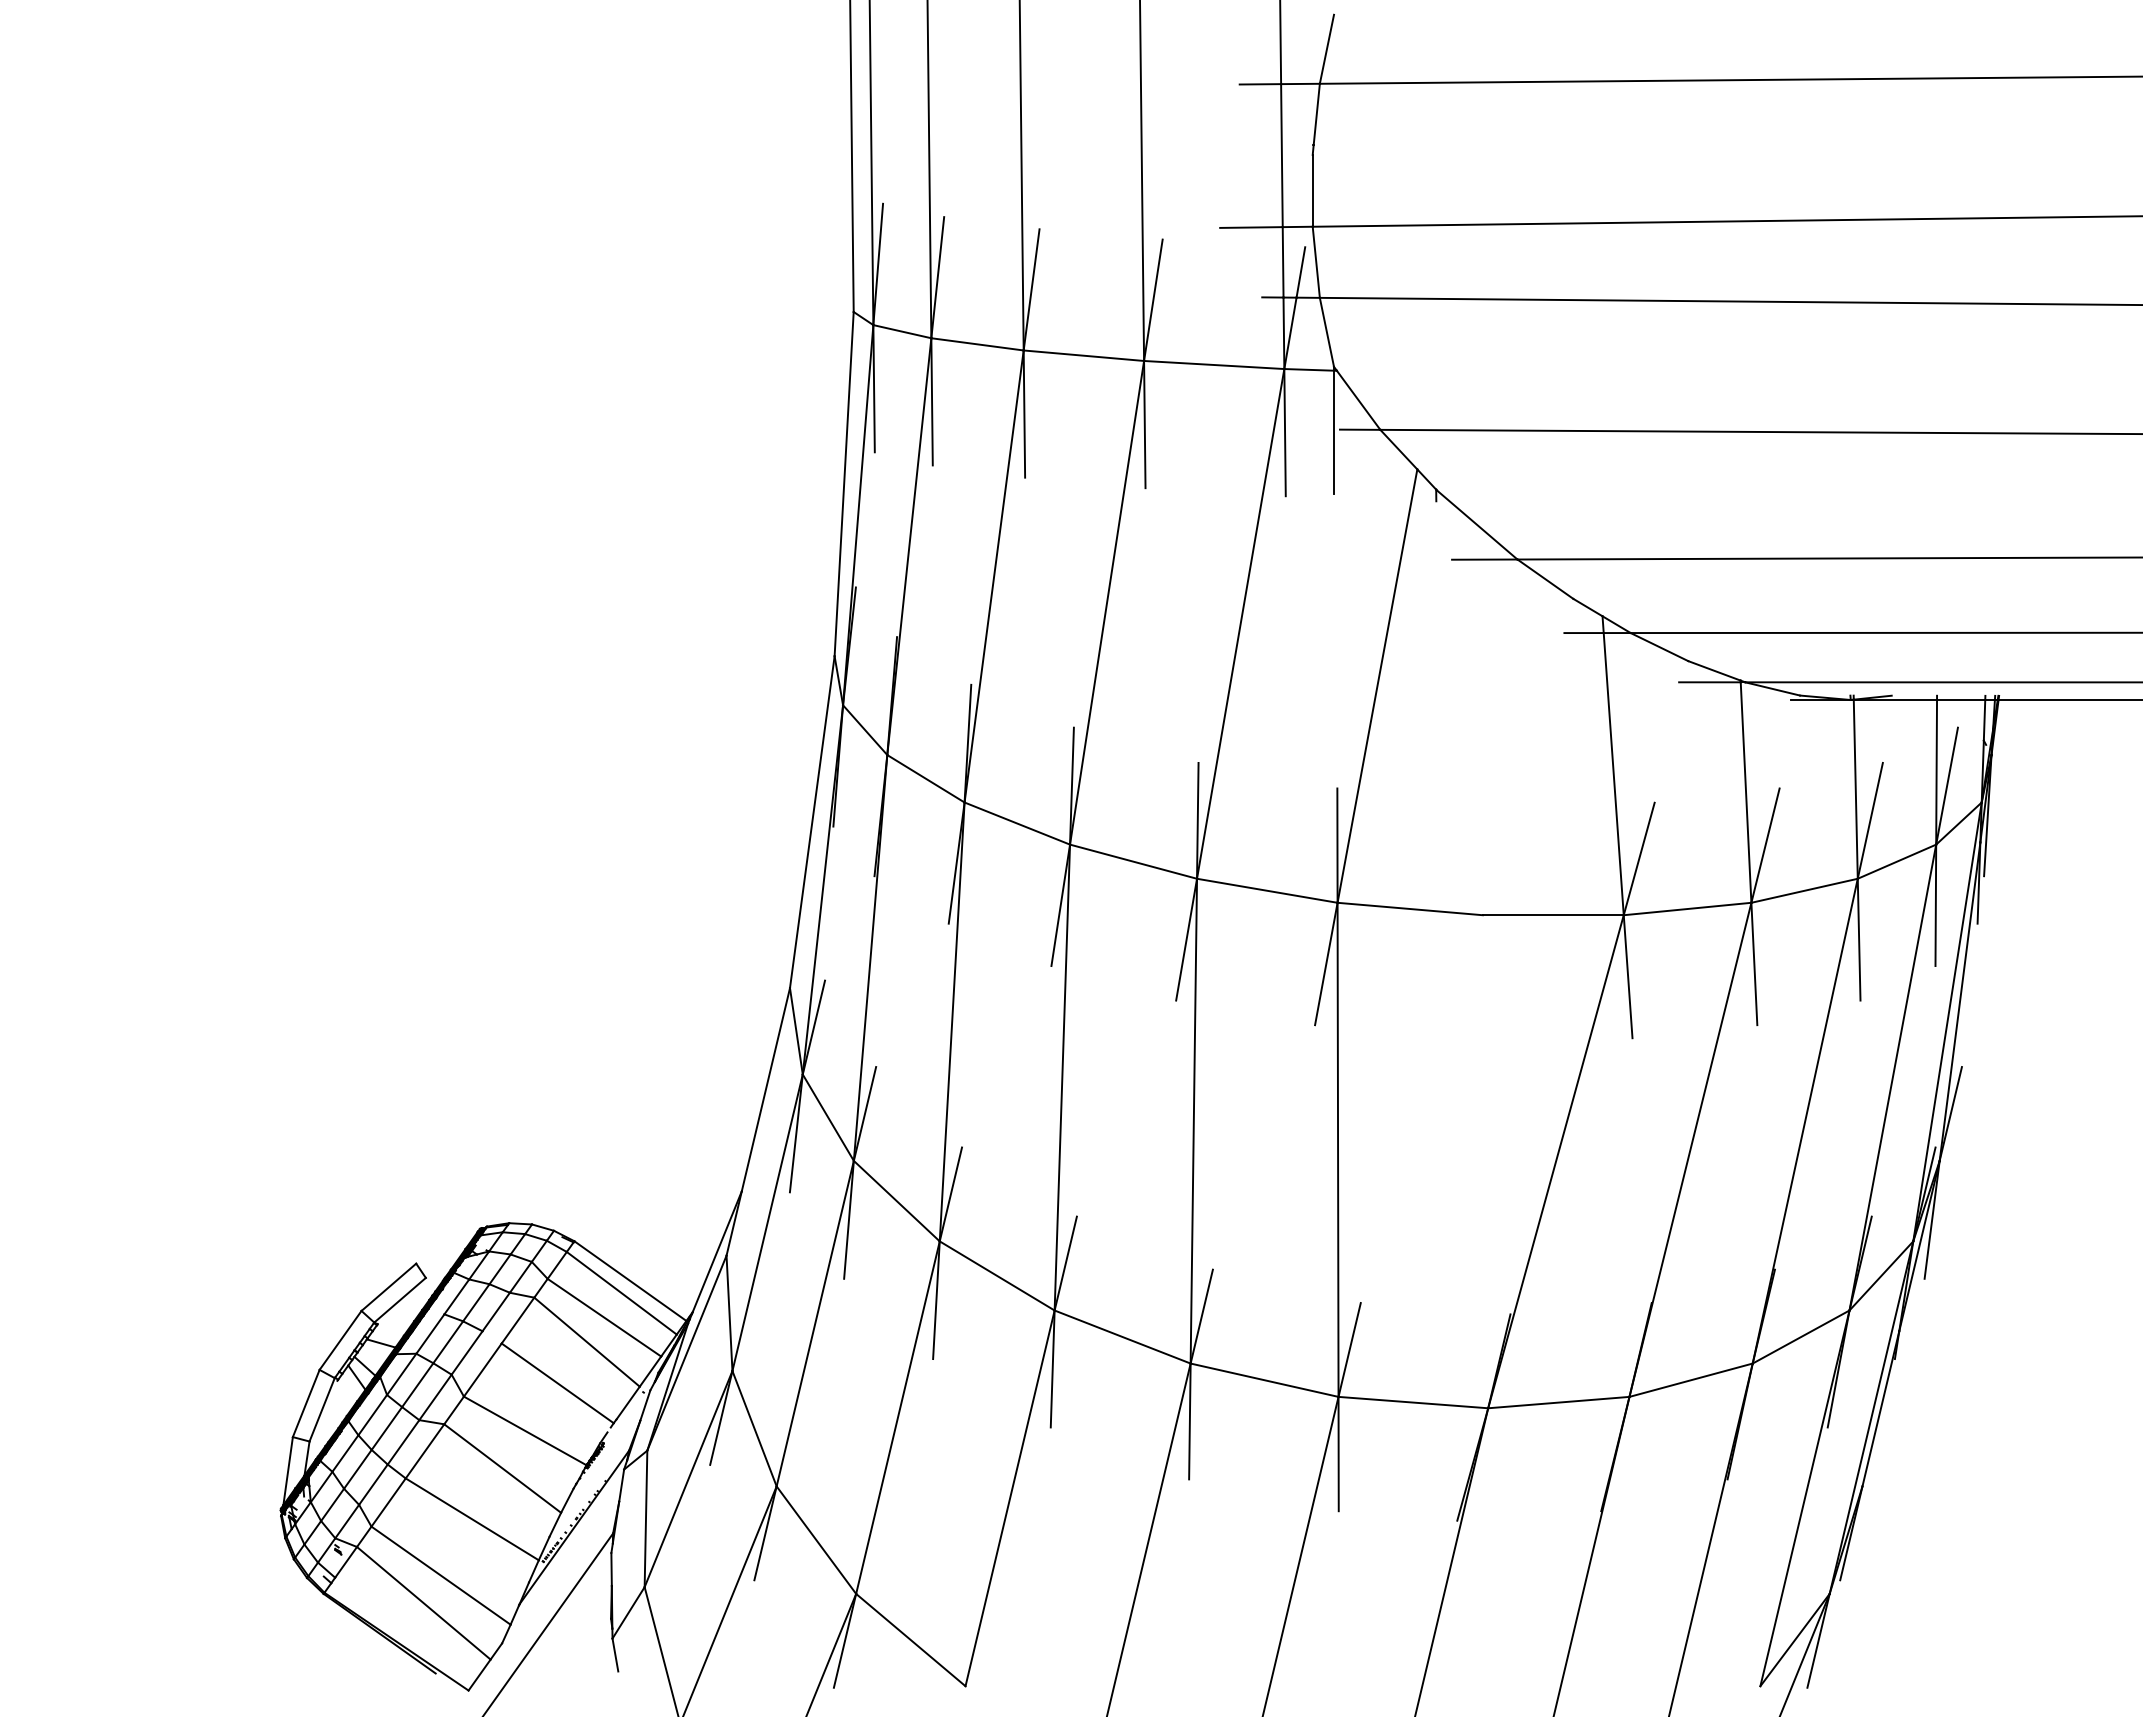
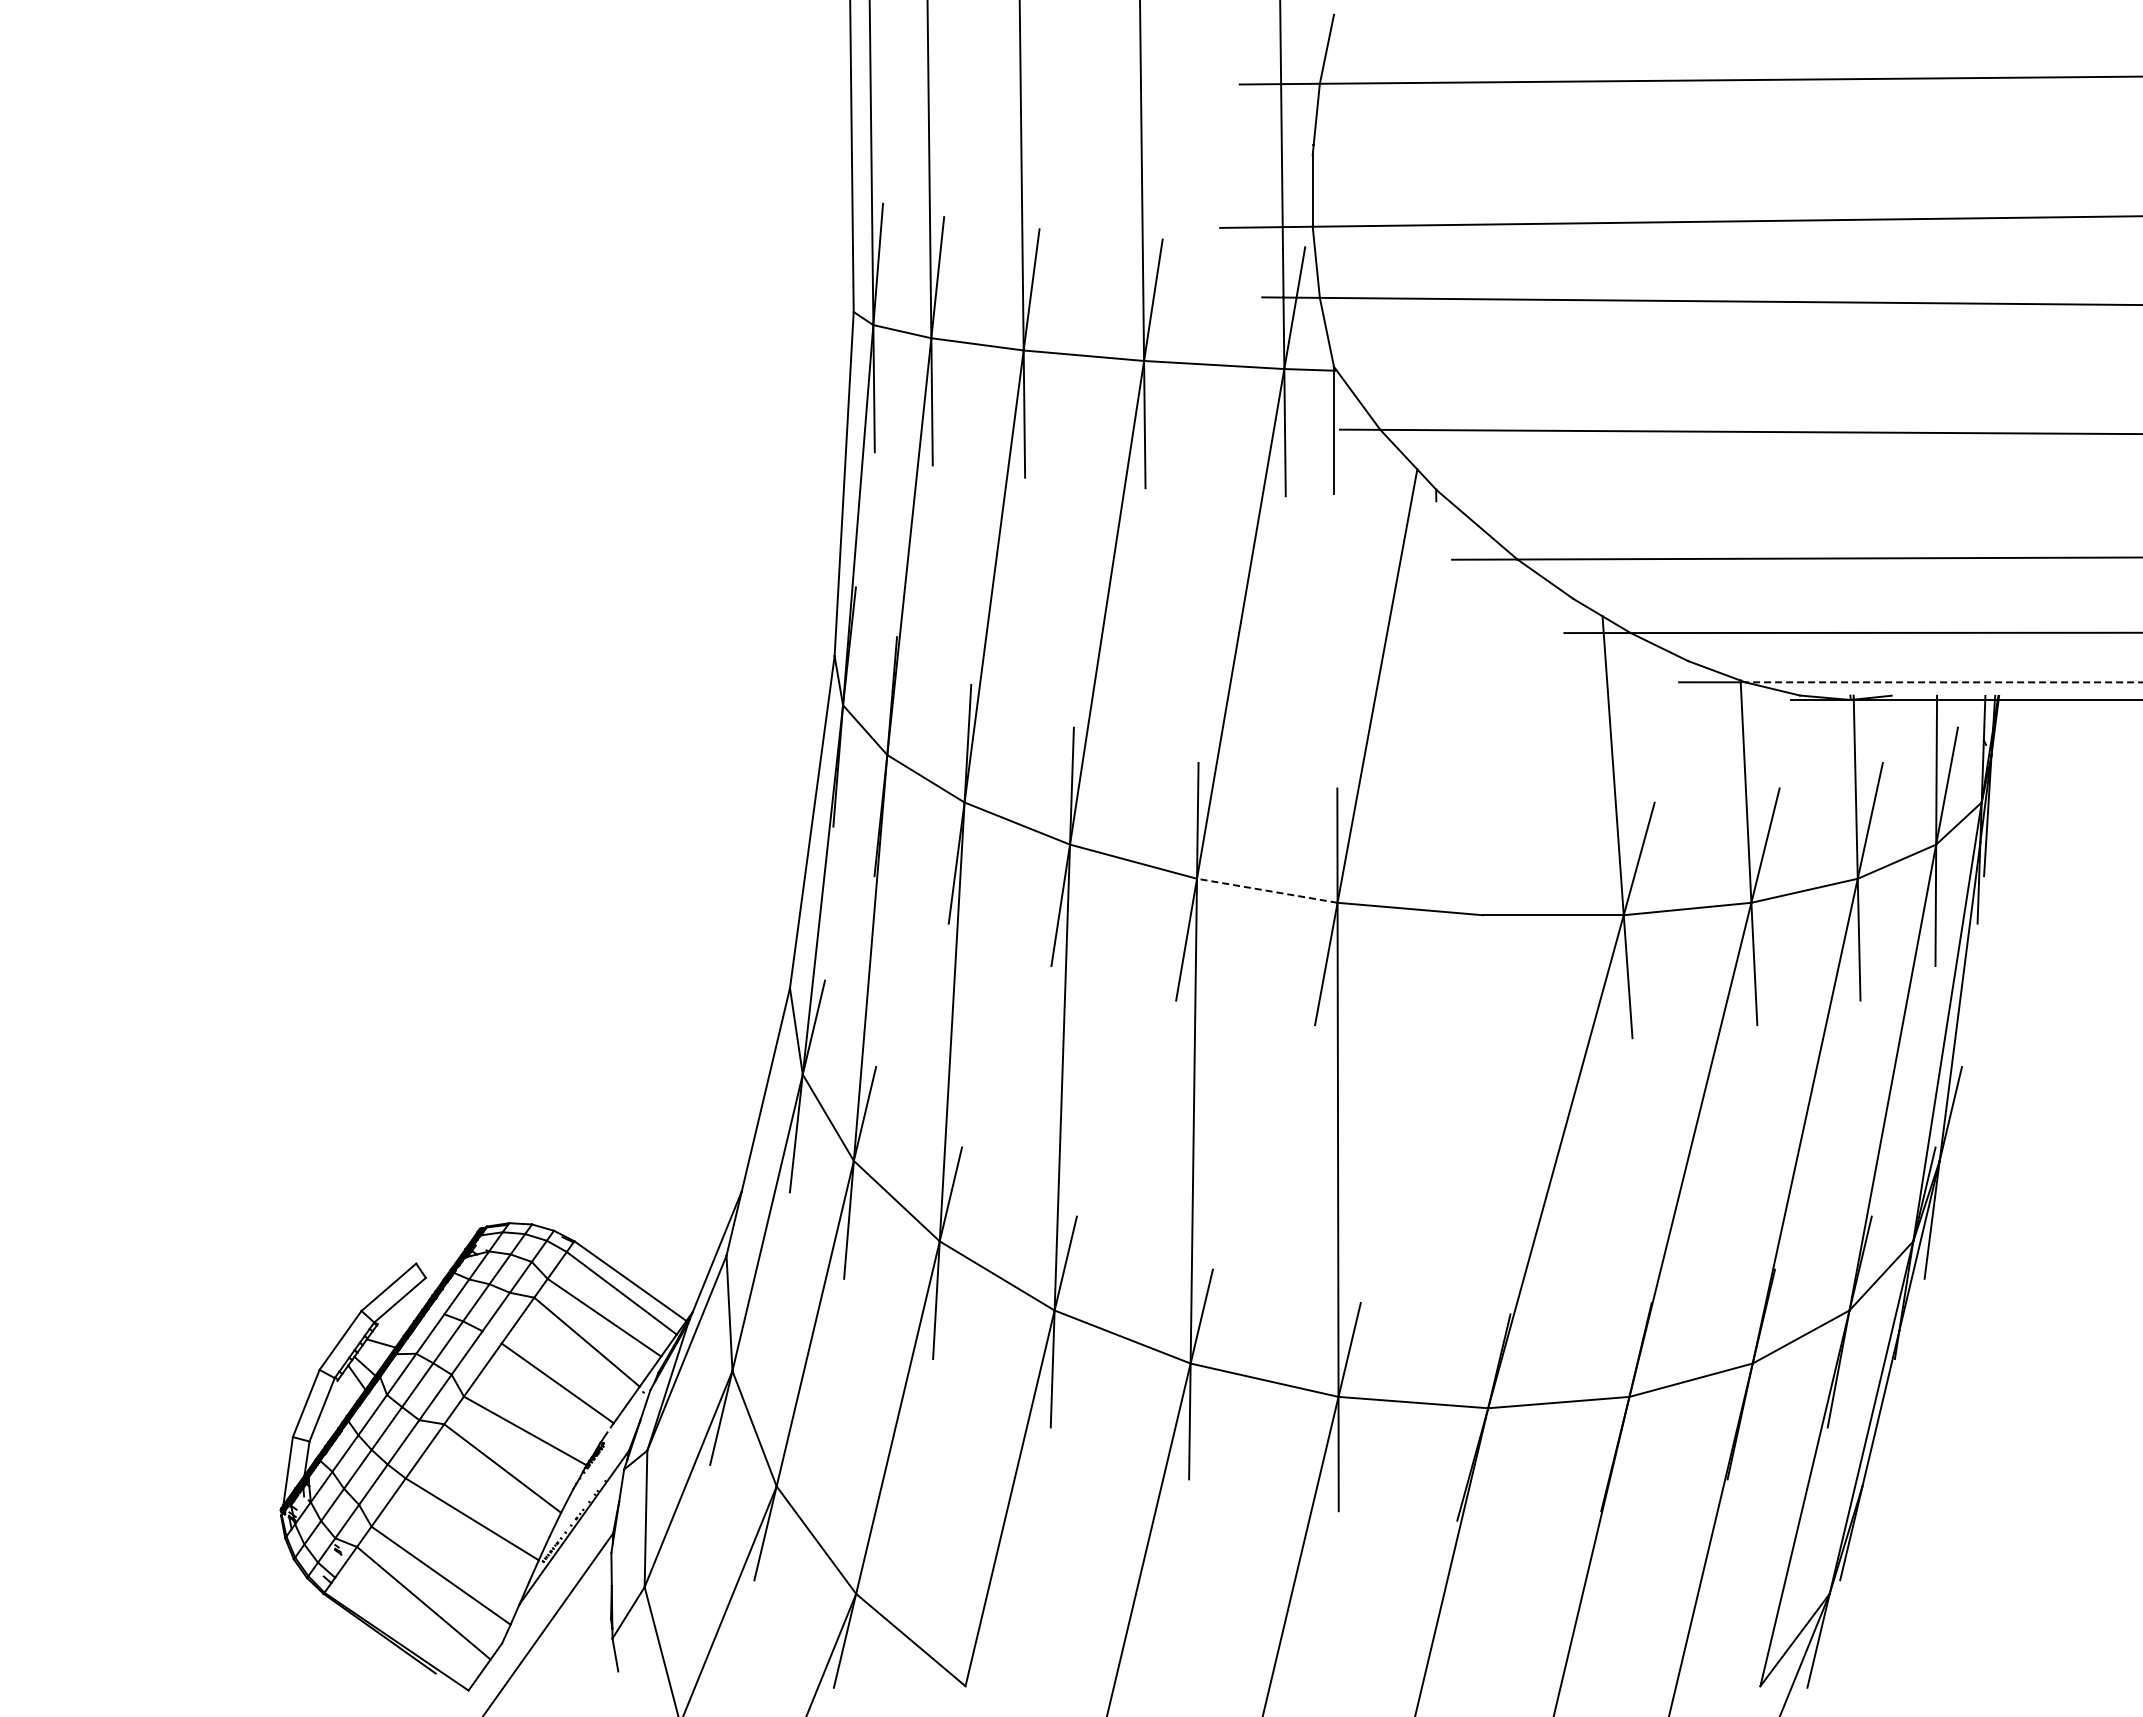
line at (1943, 682): solid -> dashed
line at (1266, 890): solid -> dashed
